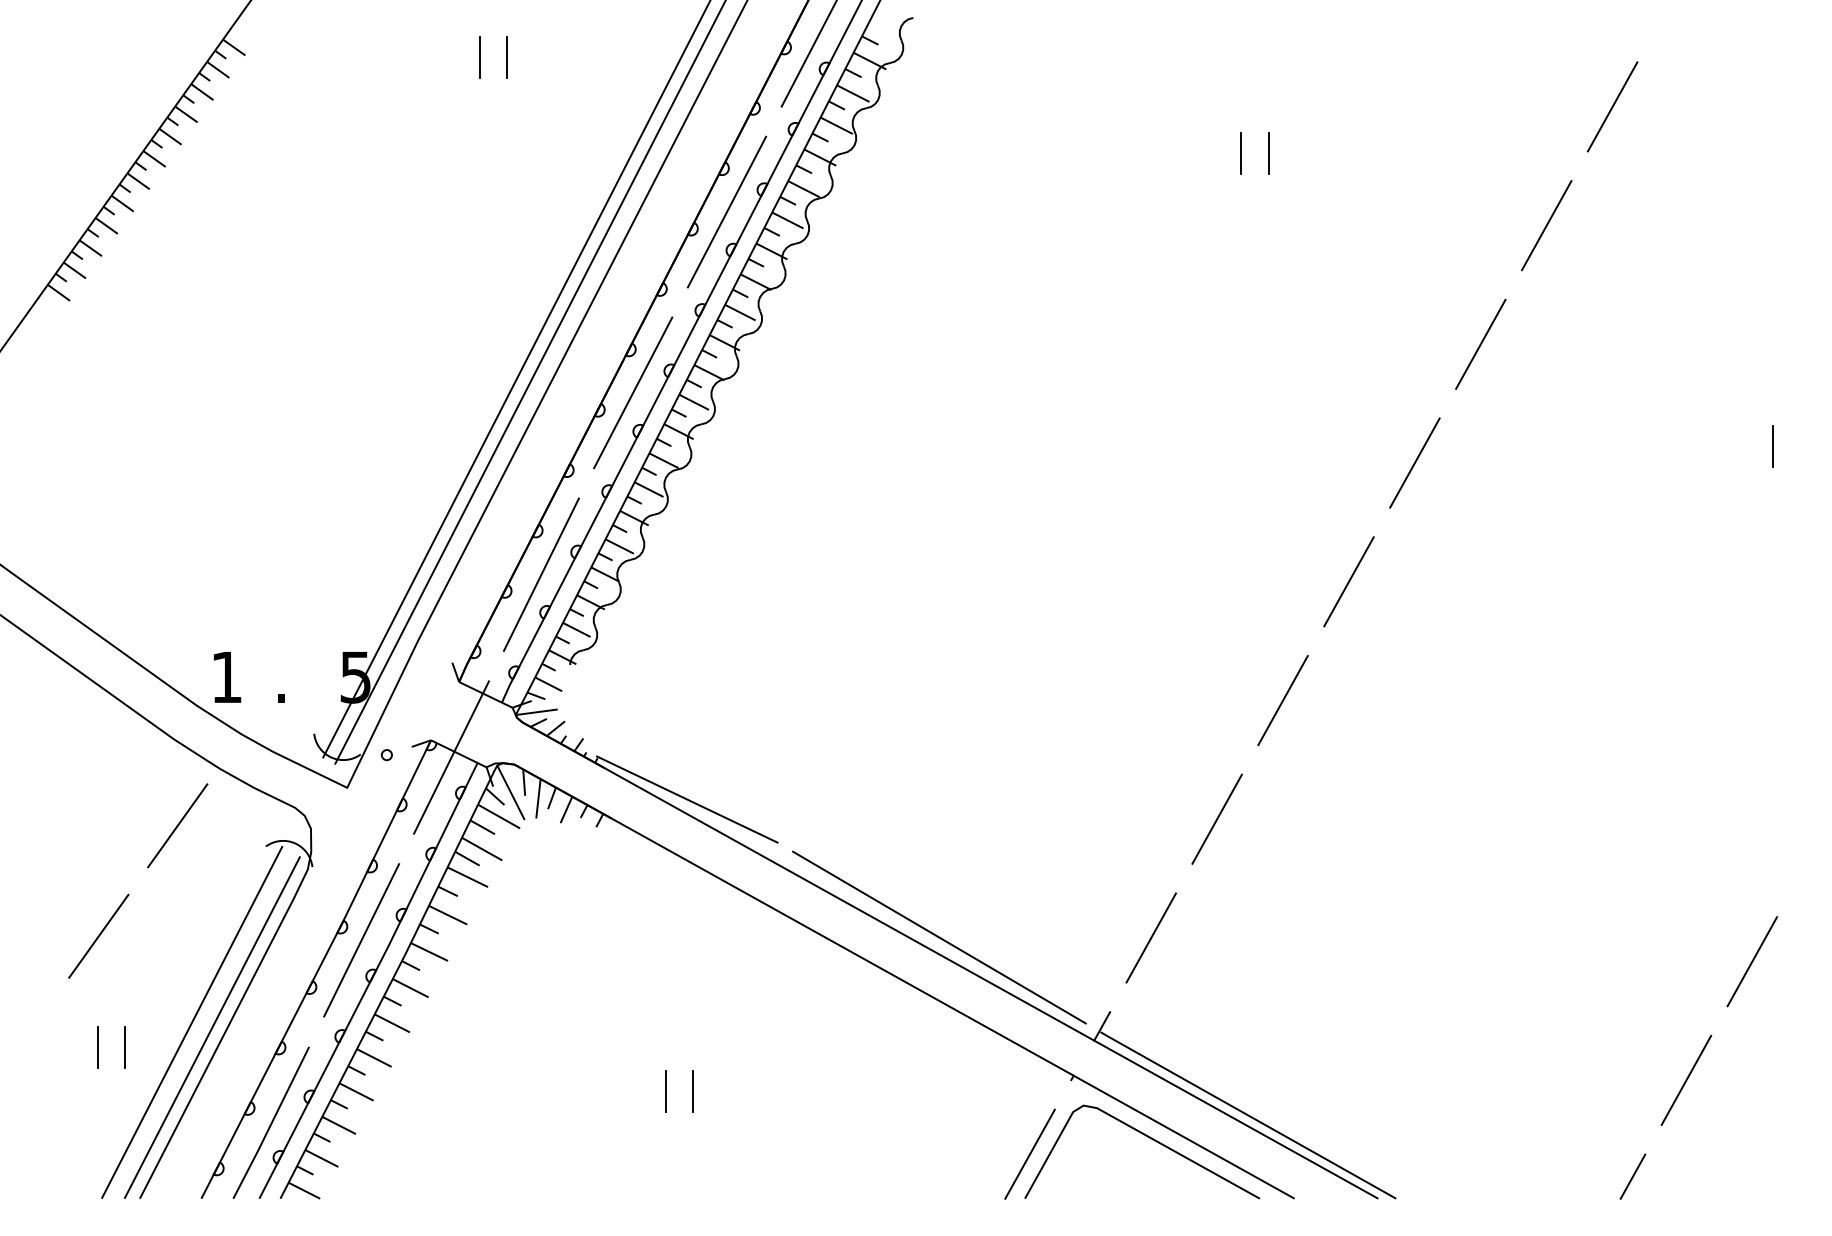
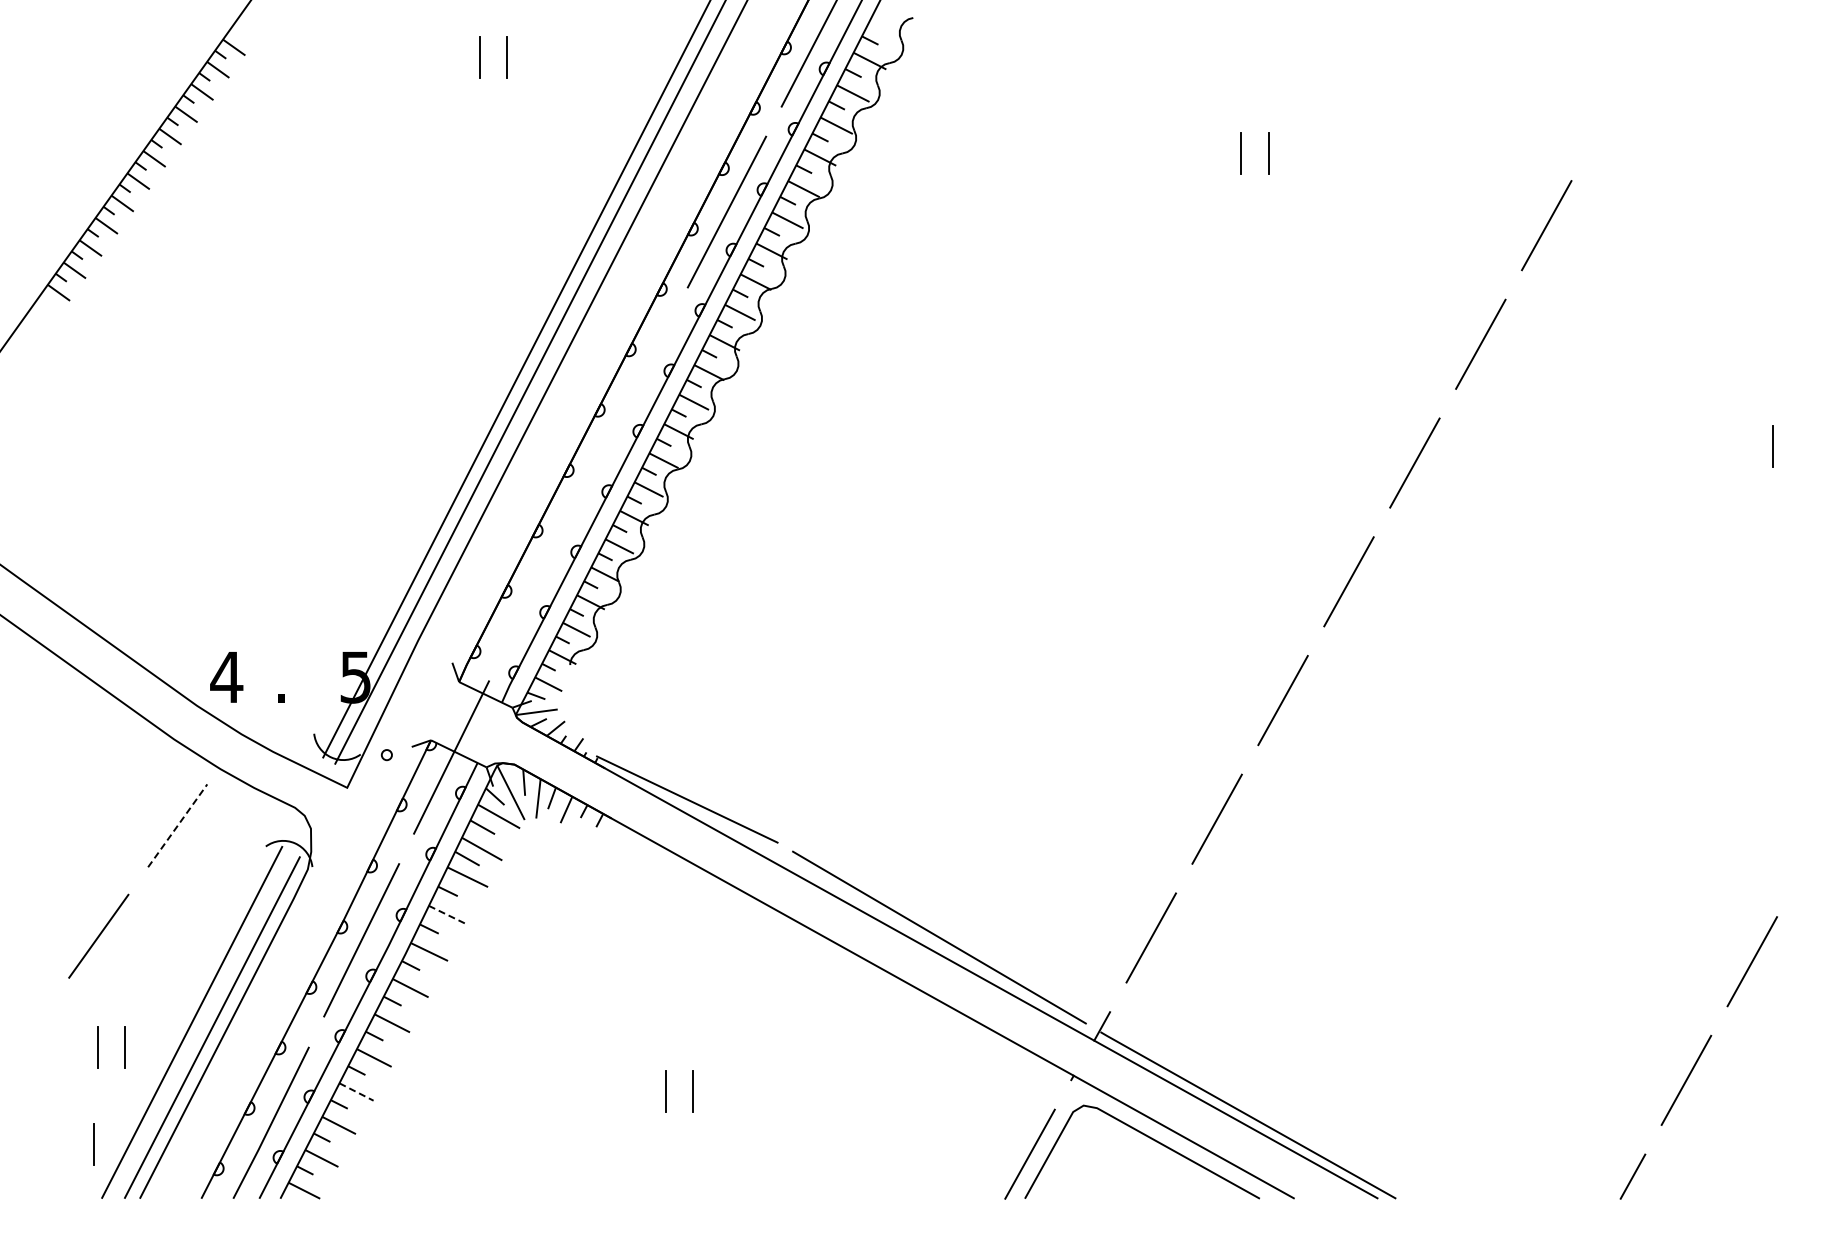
line at (1612, 106): present -> none
line at (633, 392): present -> none
line at (540, 574): present -> none
text at (226, 677): 1 -> 4
line at (177, 825): solid -> dashed
line at (448, 915): solid -> dashed
line at (356, 1092): solid -> dashed
line at (93, 1144): none -> present
